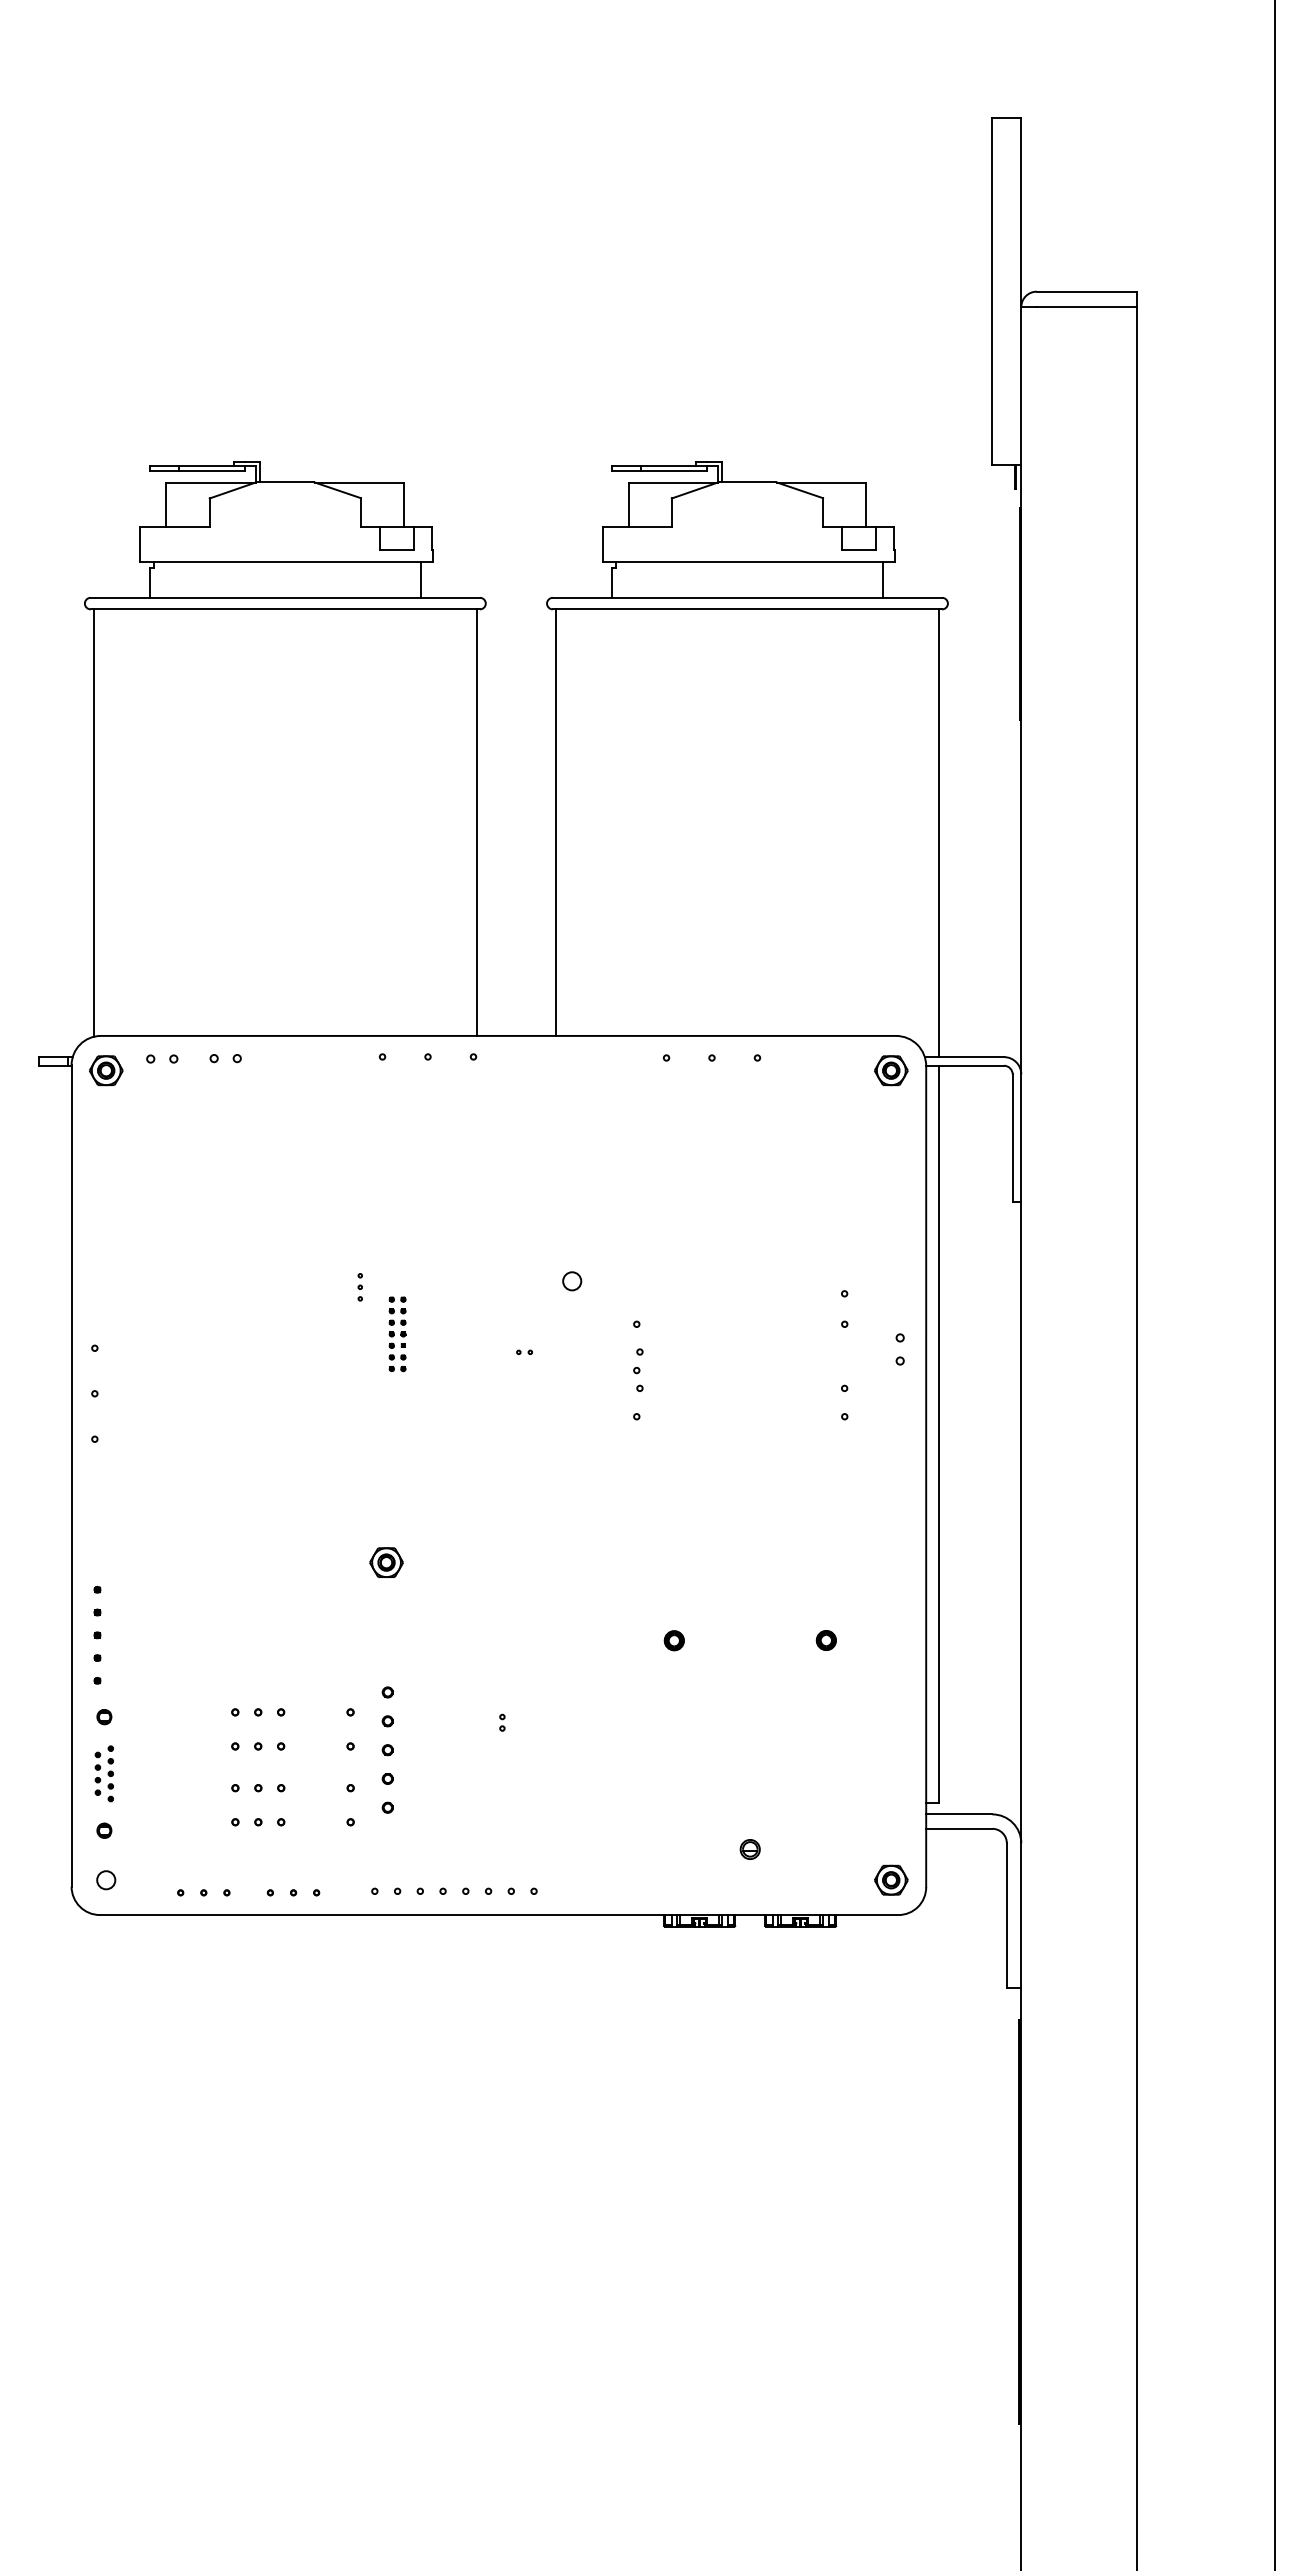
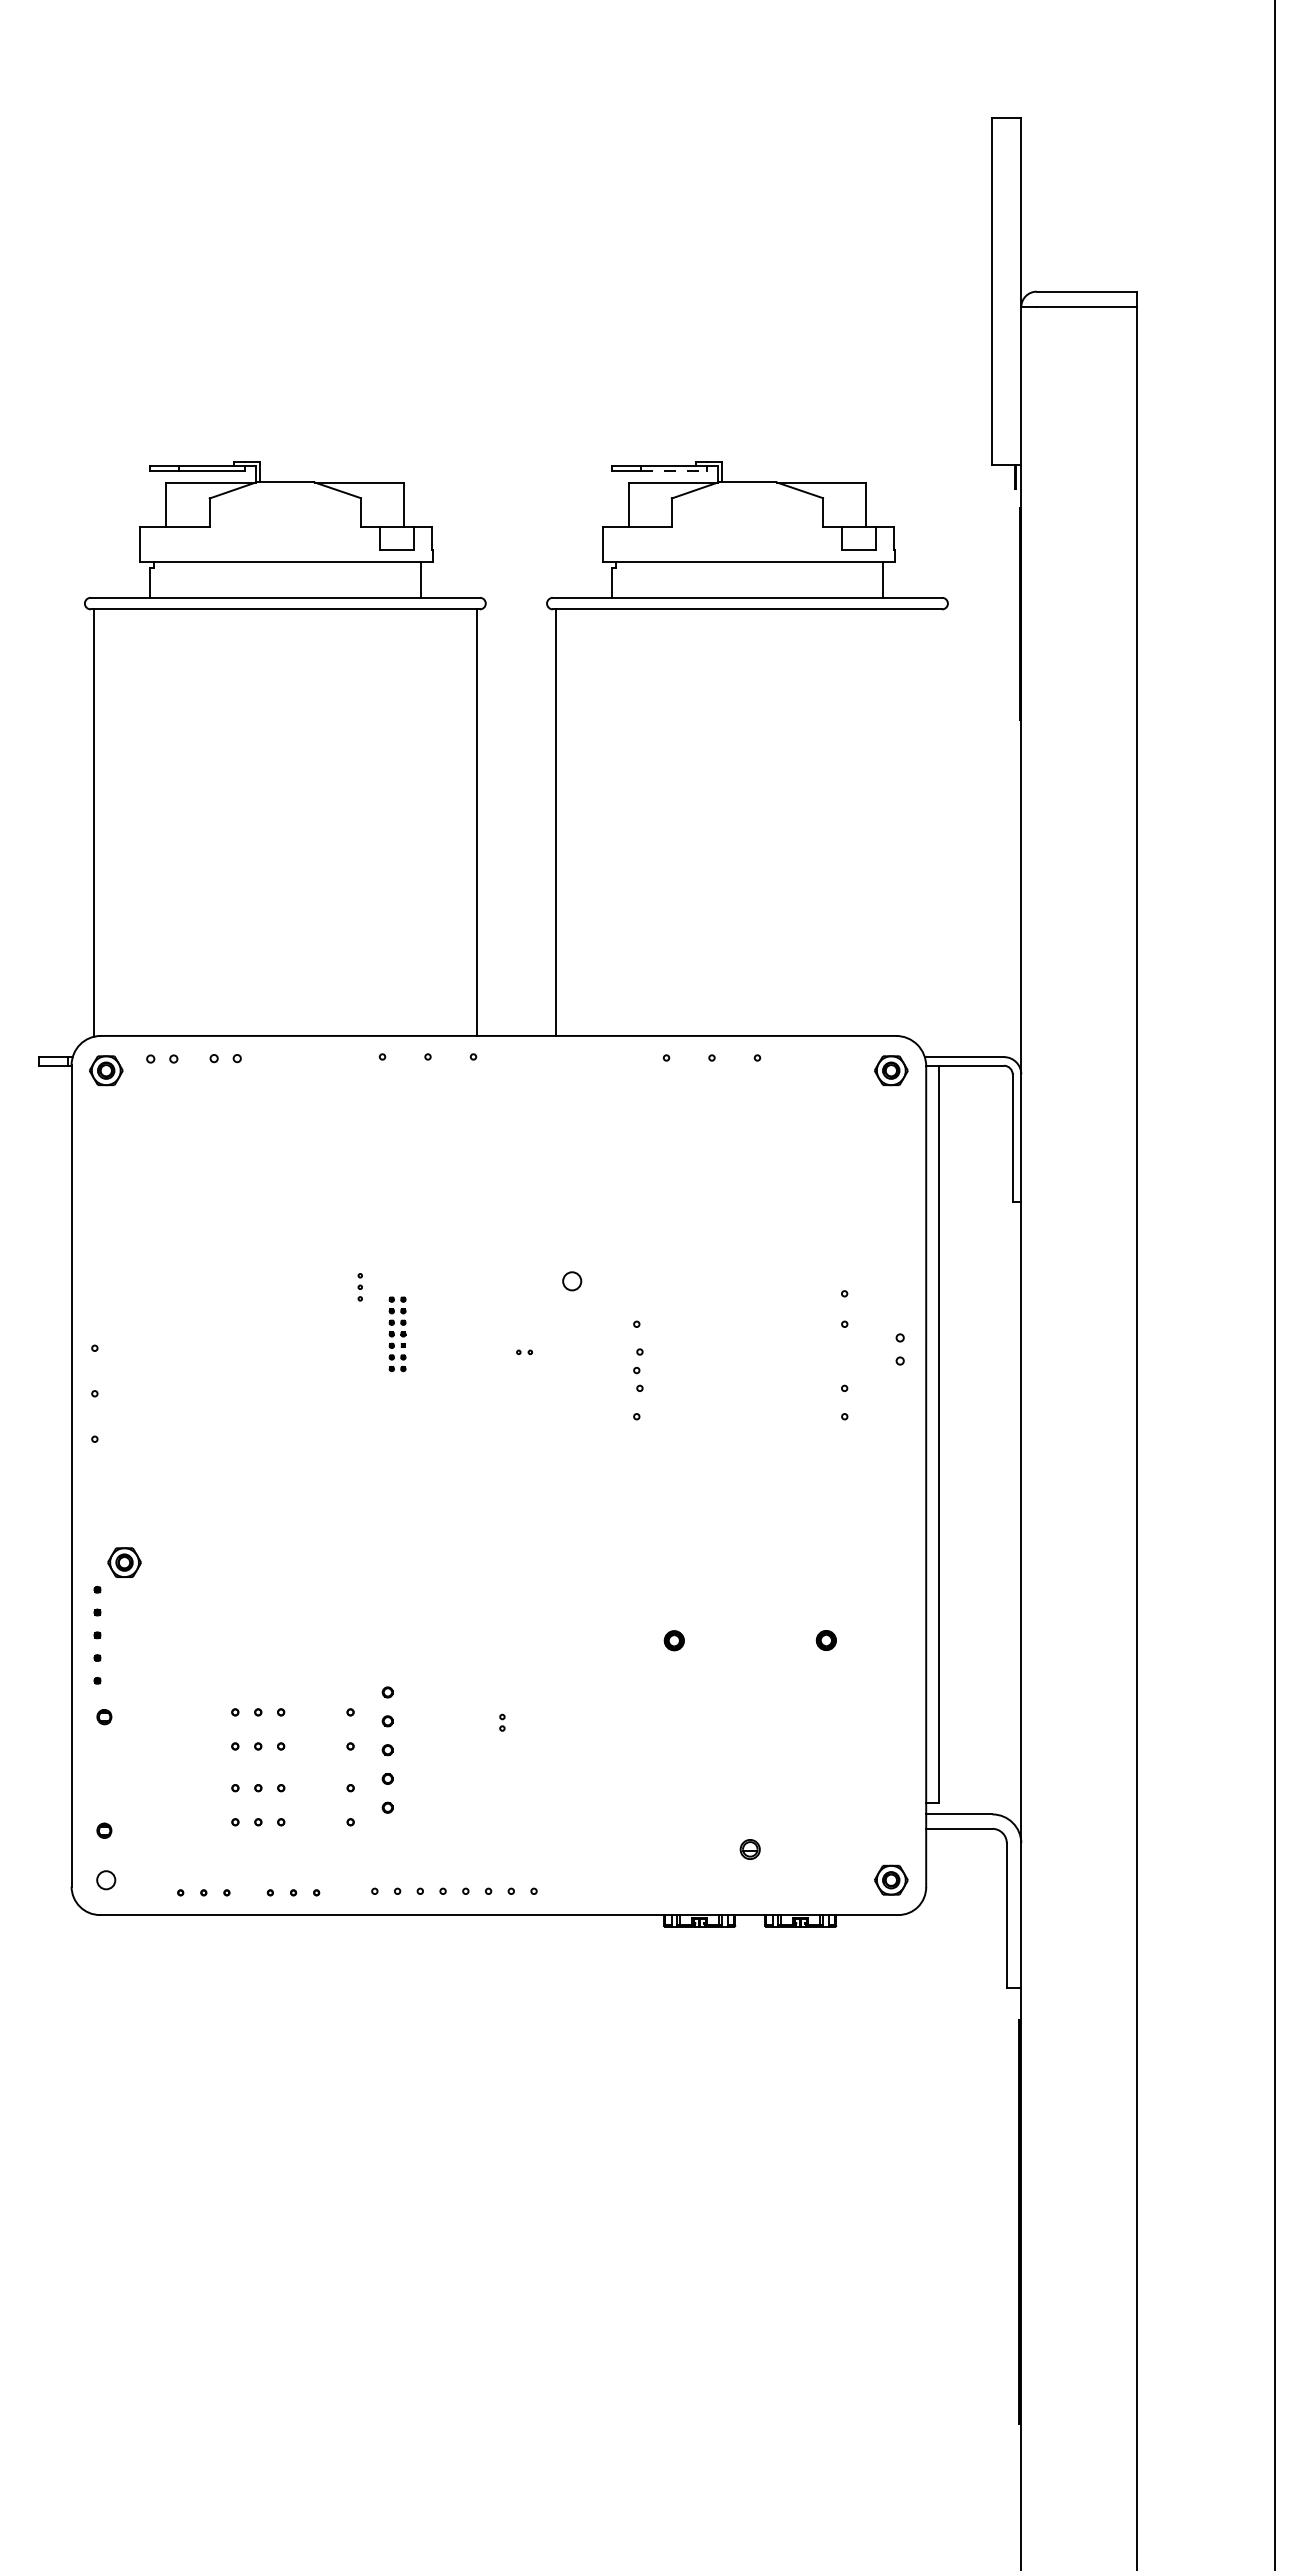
line at (674, 471): solid -> dashed
line at (939, 833): present -> none
part at (386, 1562) position: (386, 1562) -> (124, 1562)
part at (103, 1773): present -> none
